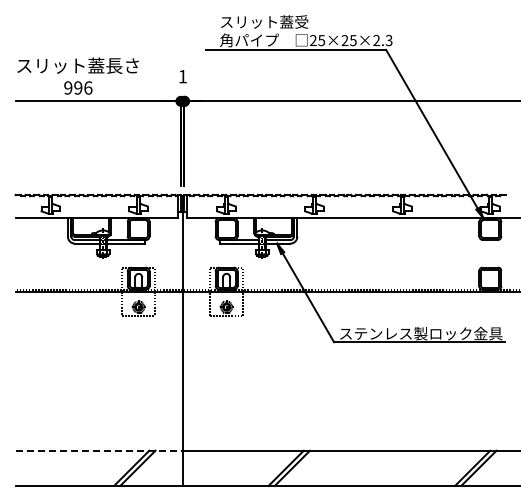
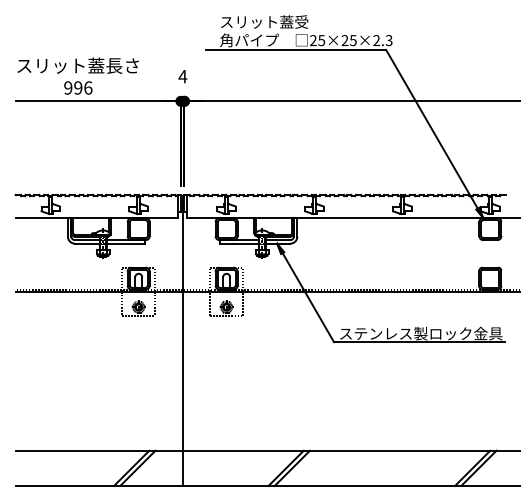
text at (182, 76): 1 -> 4
line at (99, 450): dashed -> solid
